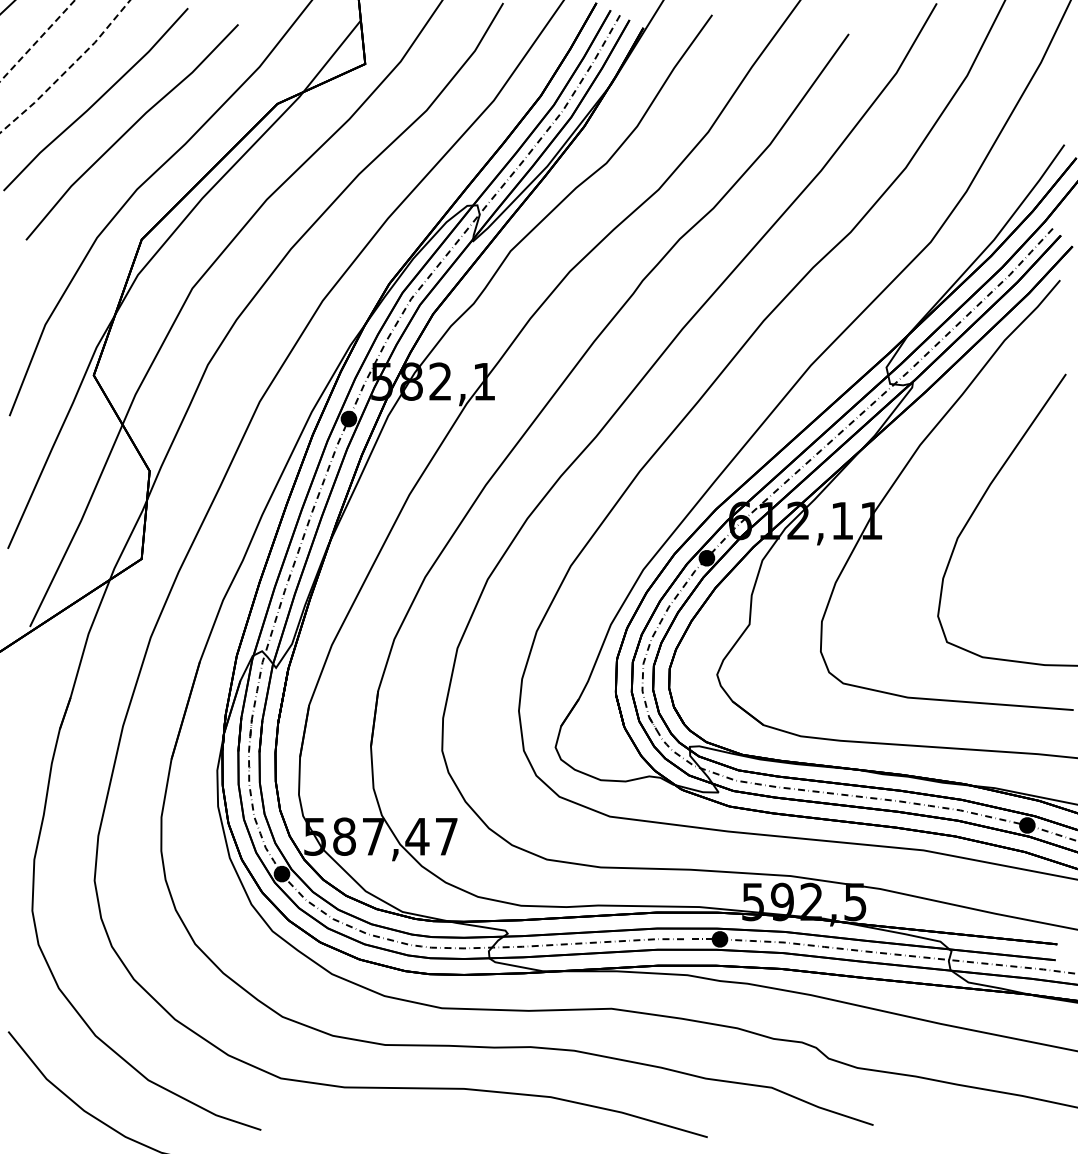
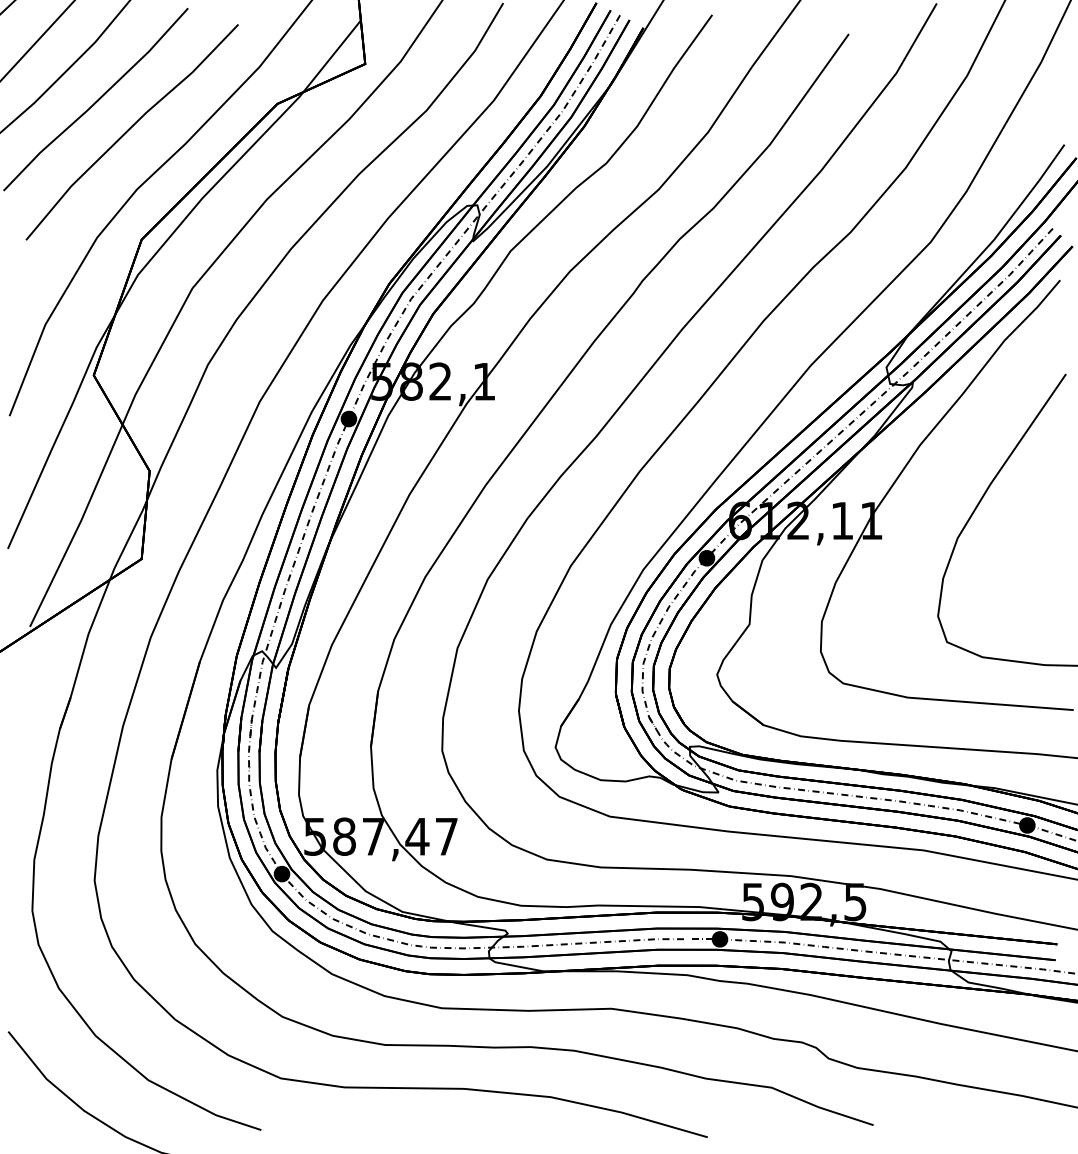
line at (37, 40): dashed -> solid
line at (67, 69): dashed -> solid
